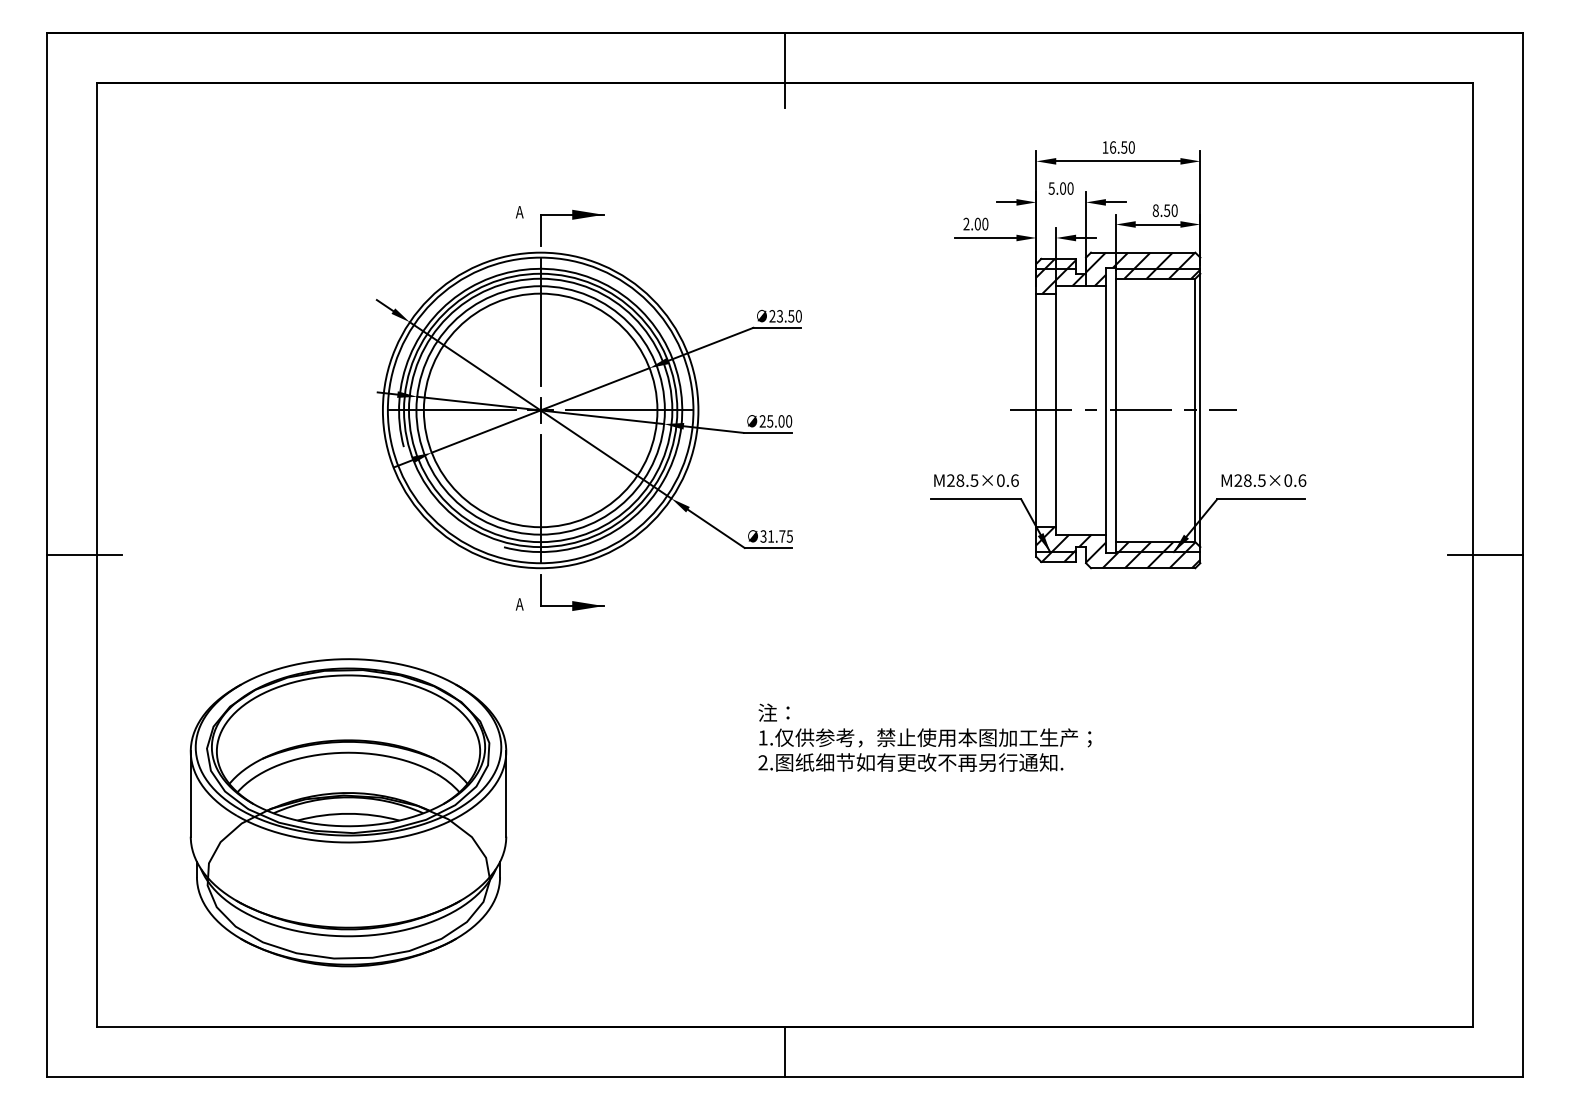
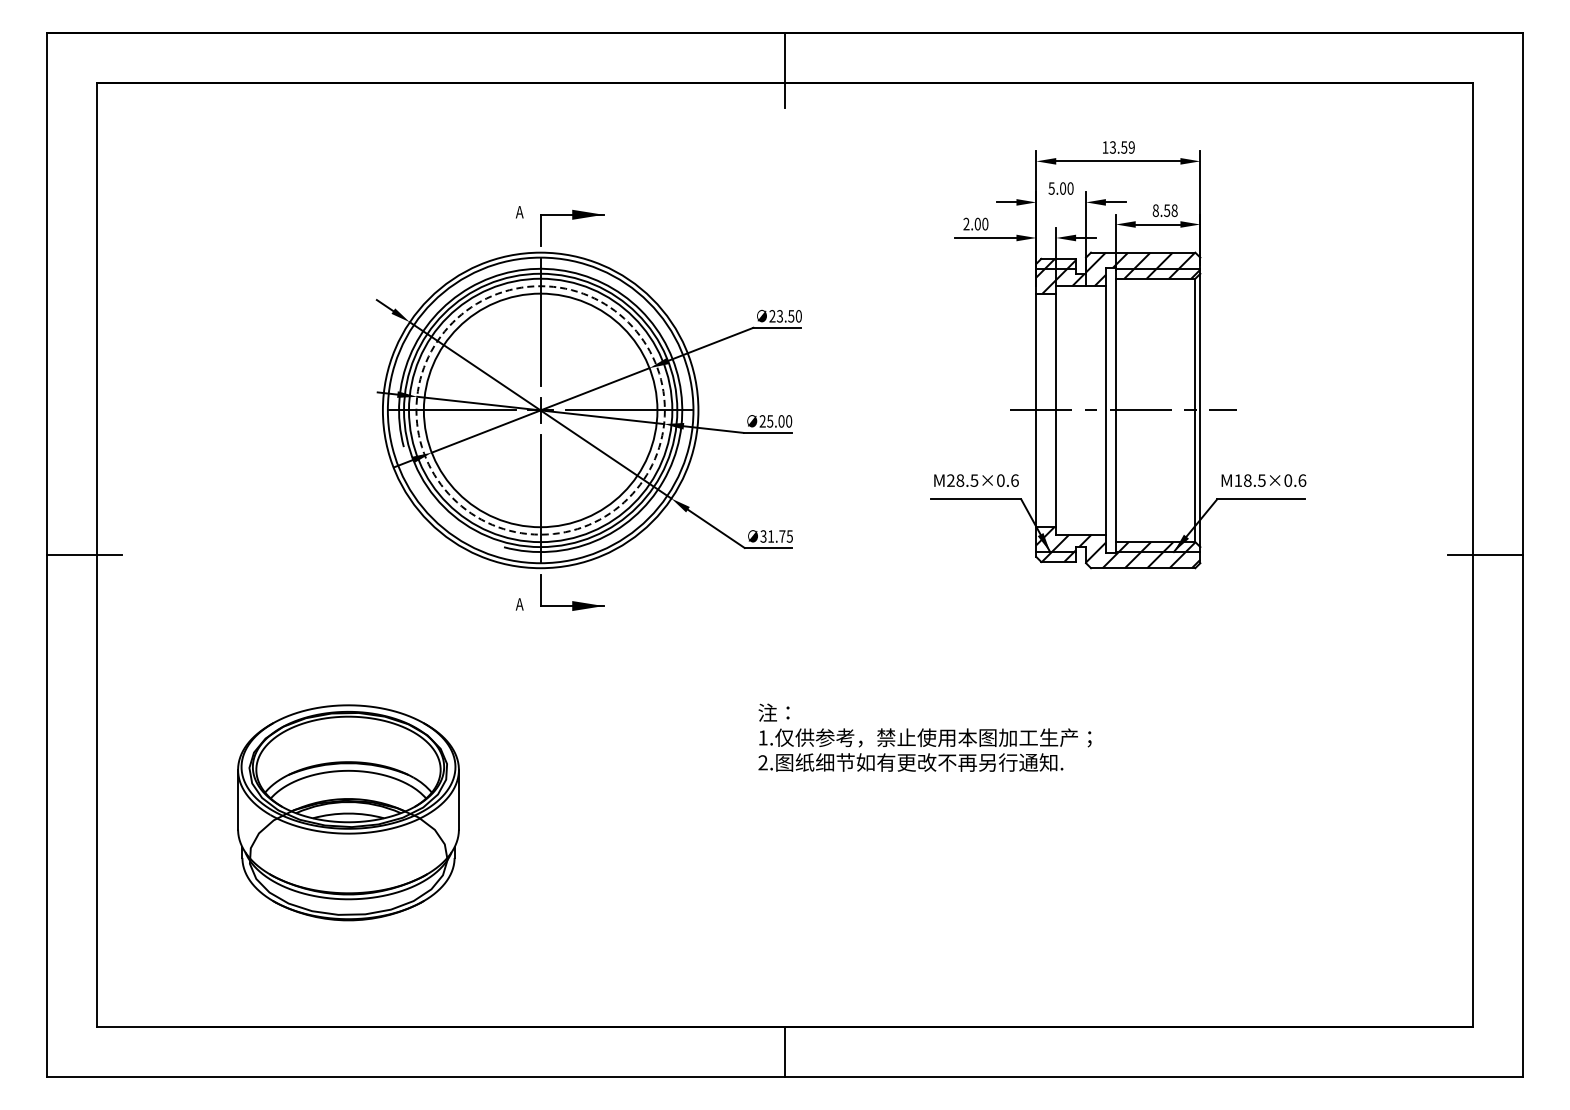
text at (1121, 147): 16.50 -> 13.59
text at (1174, 210): 8.50 -> 8.58
circle at (540, 410): solid -> dashed
text at (1238, 480): M28.5×0.6 -> M18.5×0.6
part at (348, 812) size: 319x310 px -> 223x218 px
